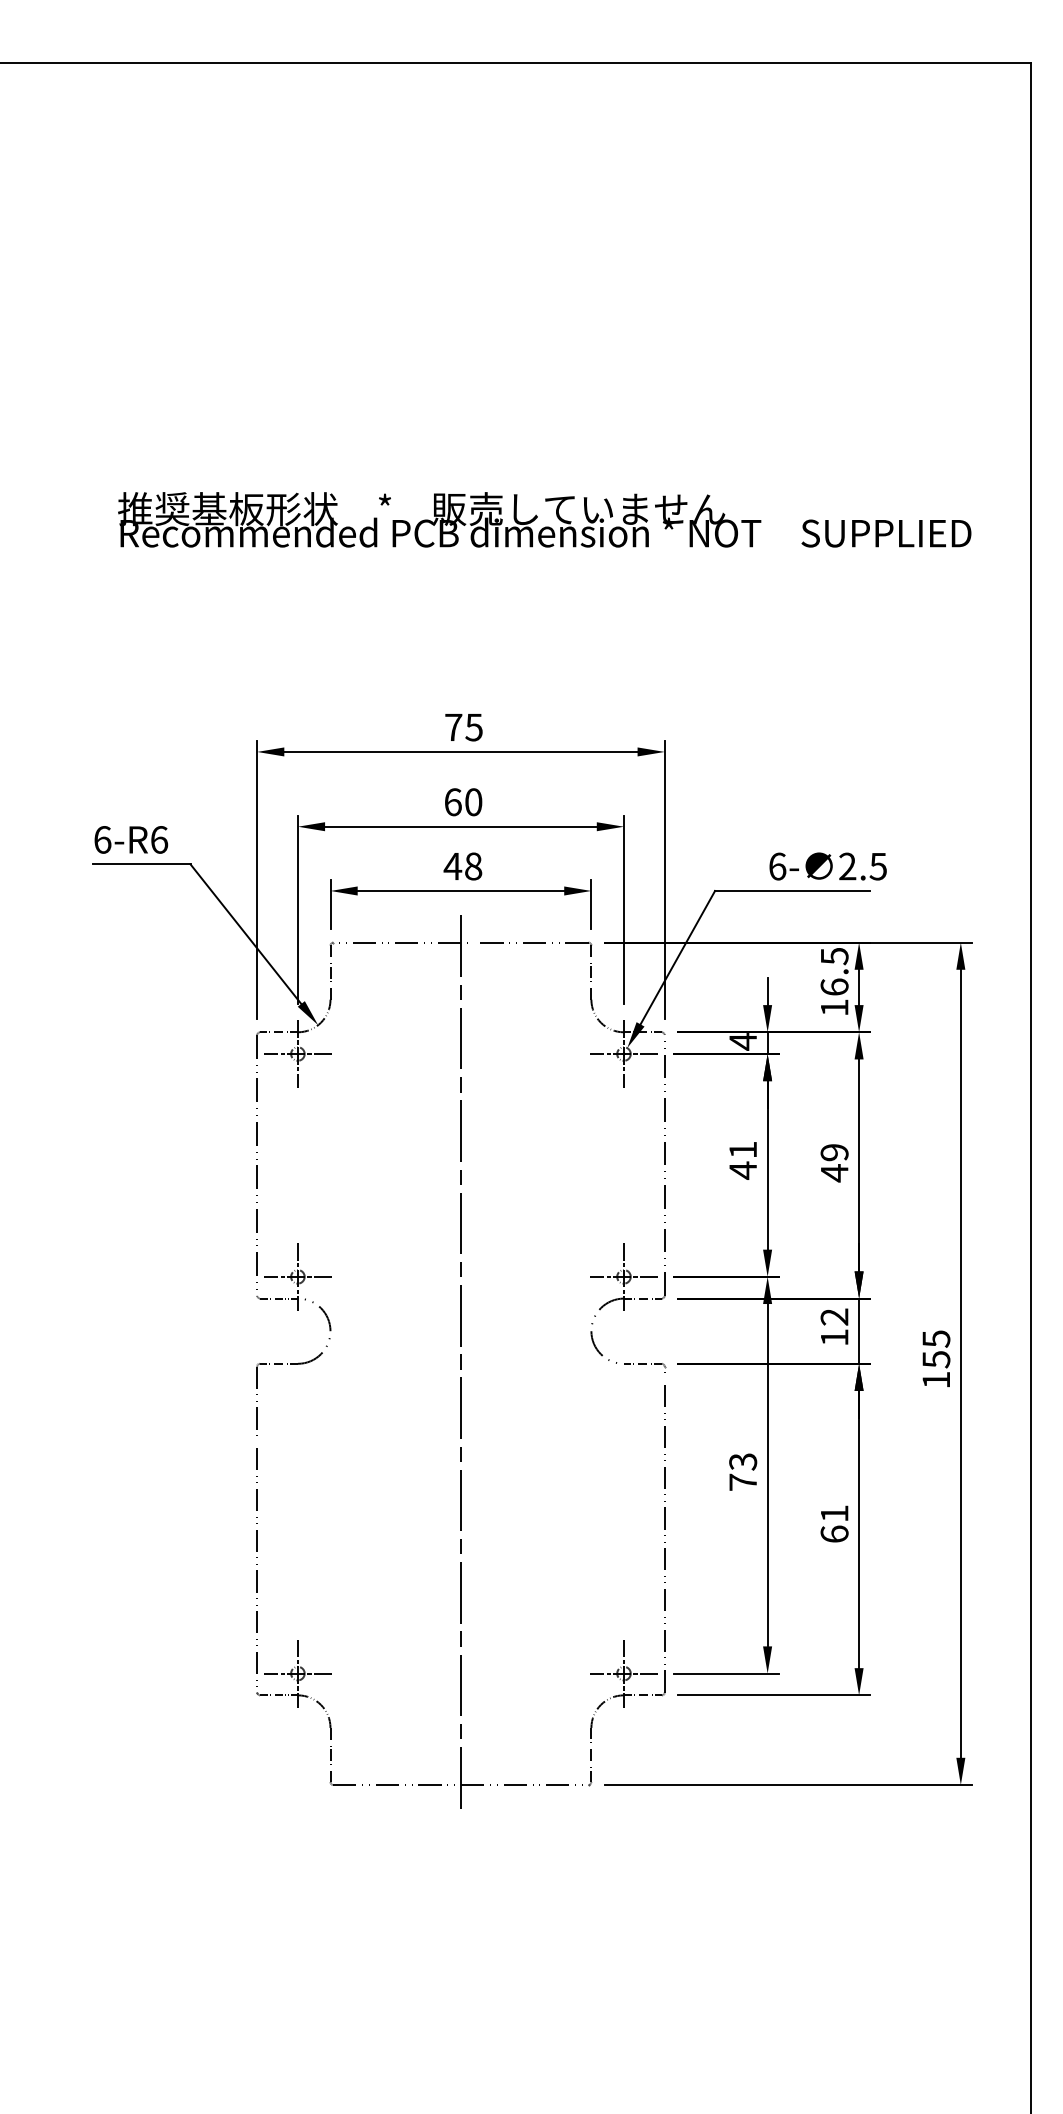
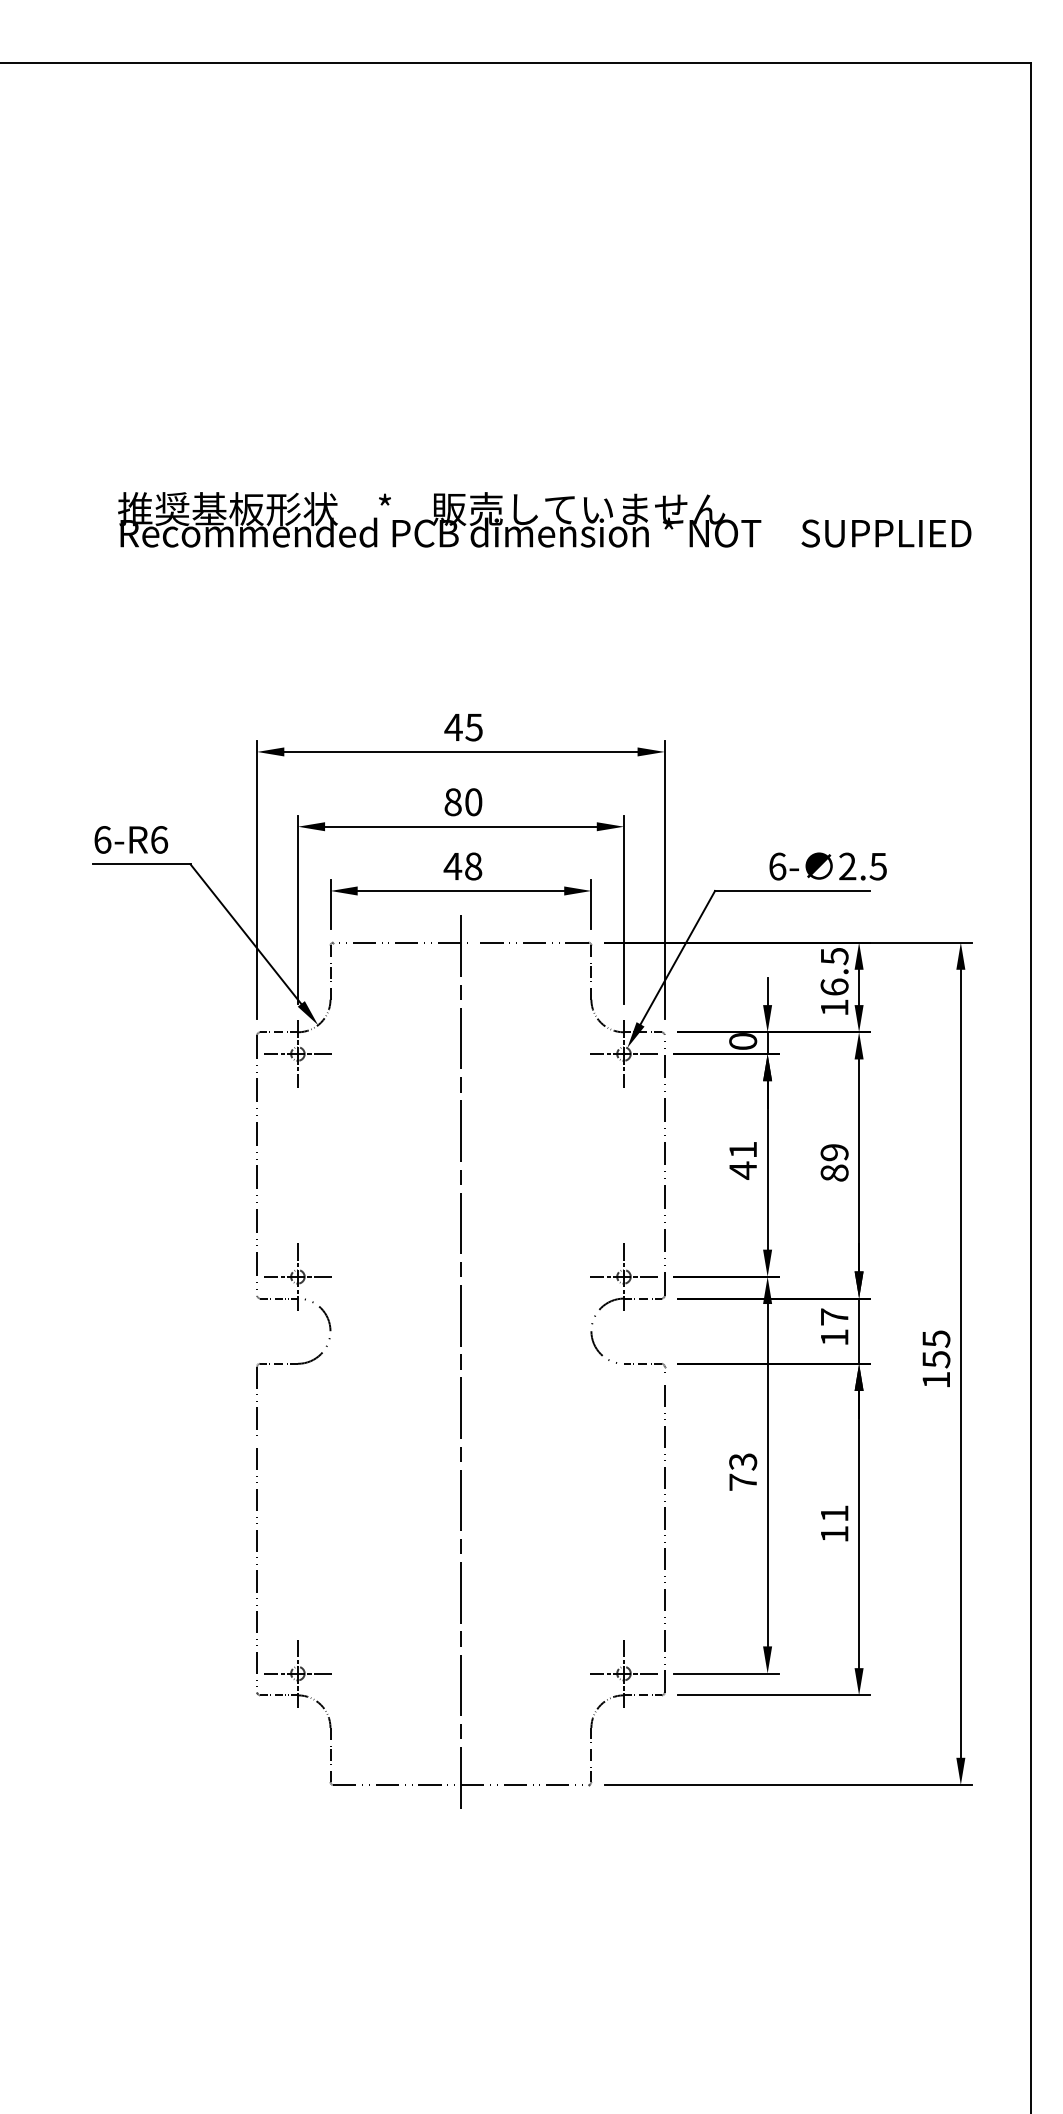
text at (453, 727): 75 -> 45
text at (452, 802): 60 -> 80
text at (743, 1041): 4 -> 0
text at (834, 1173): 49 -> 89
text at (834, 1316): 12 -> 17
text at (834, 1533): 61 -> 11
